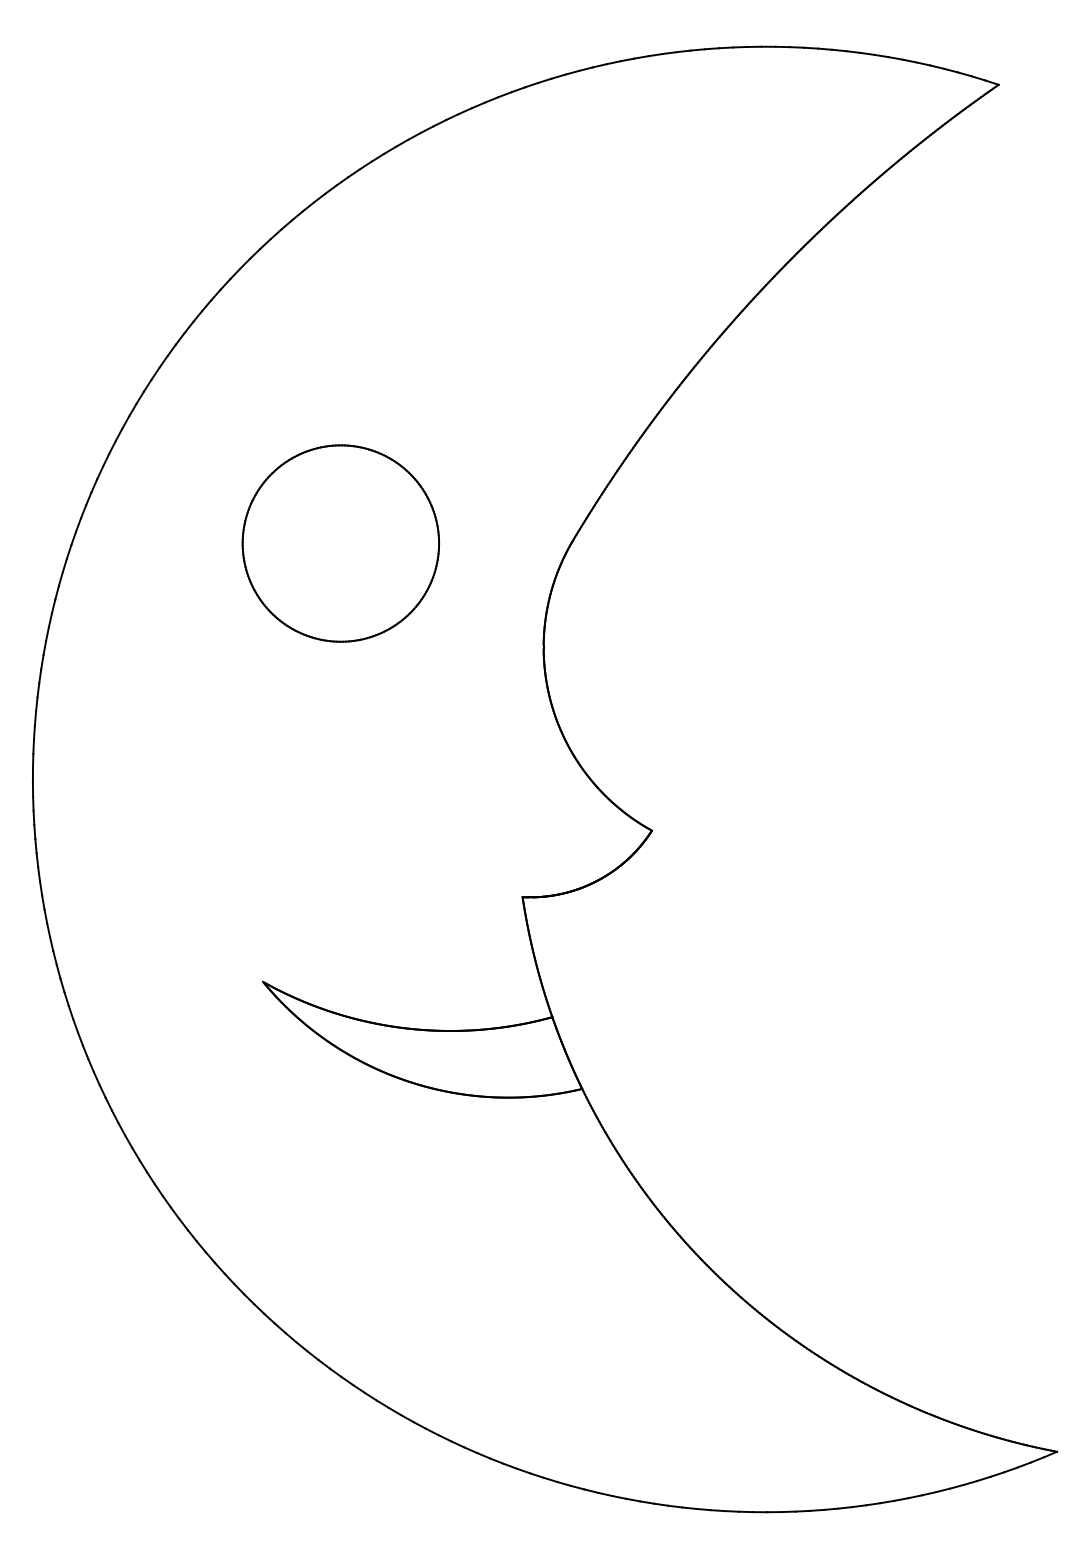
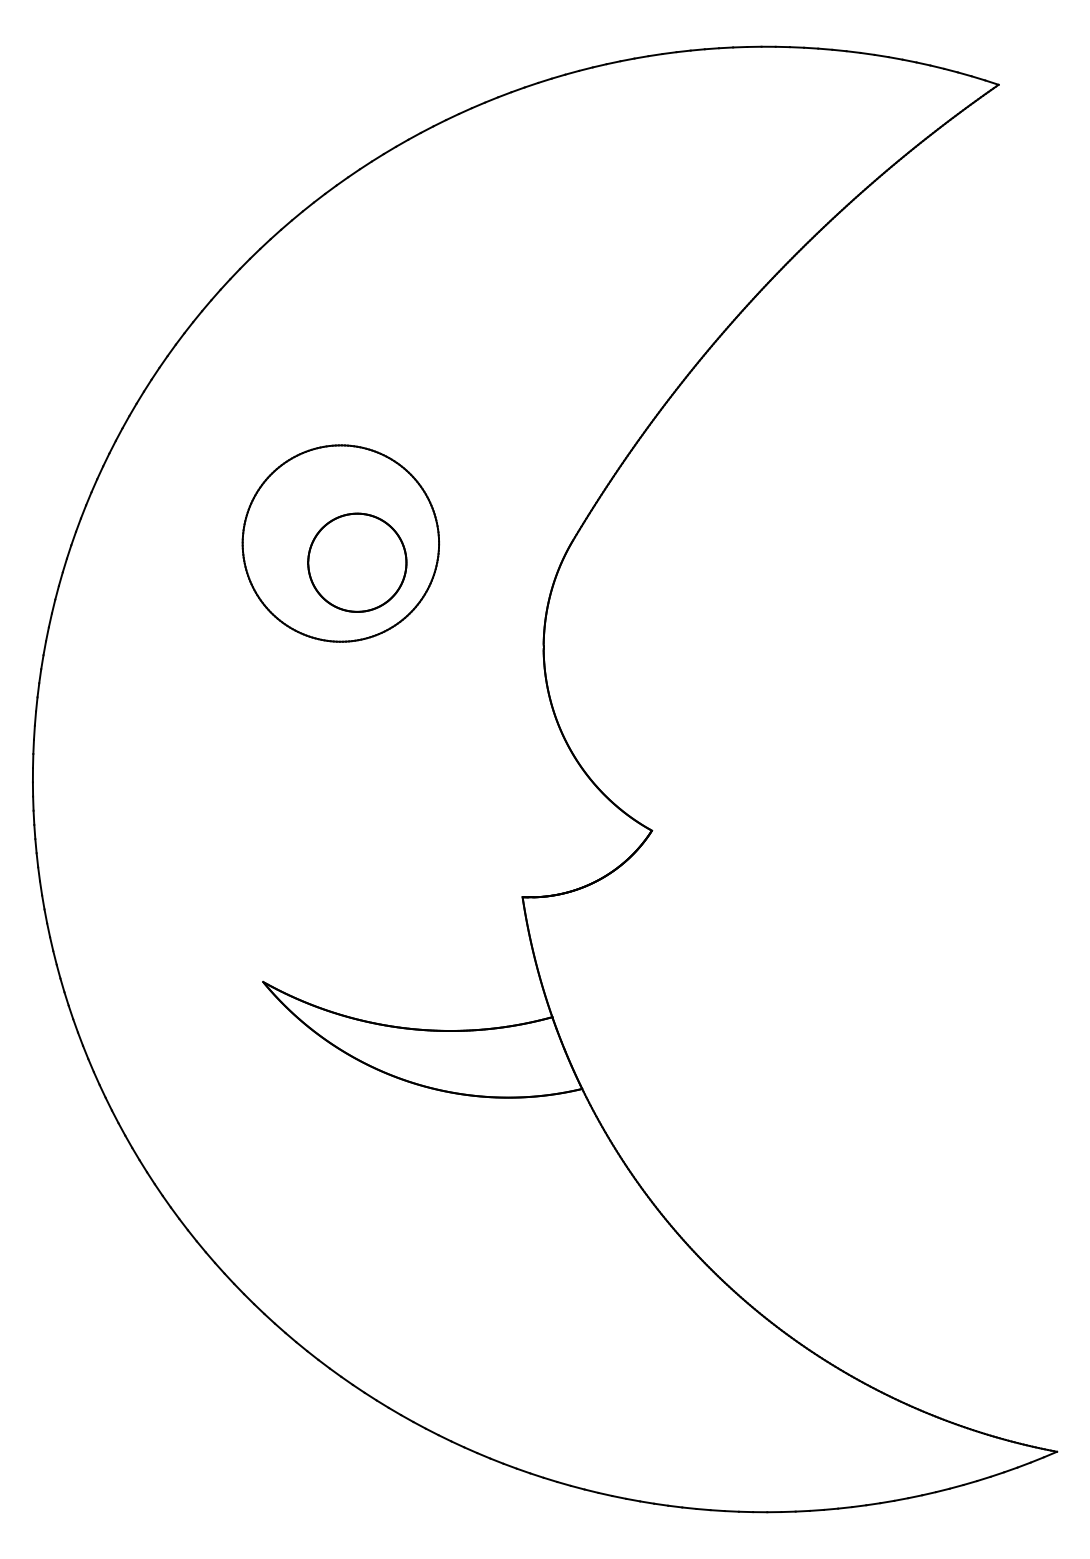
part at (357, 562): none -> present
